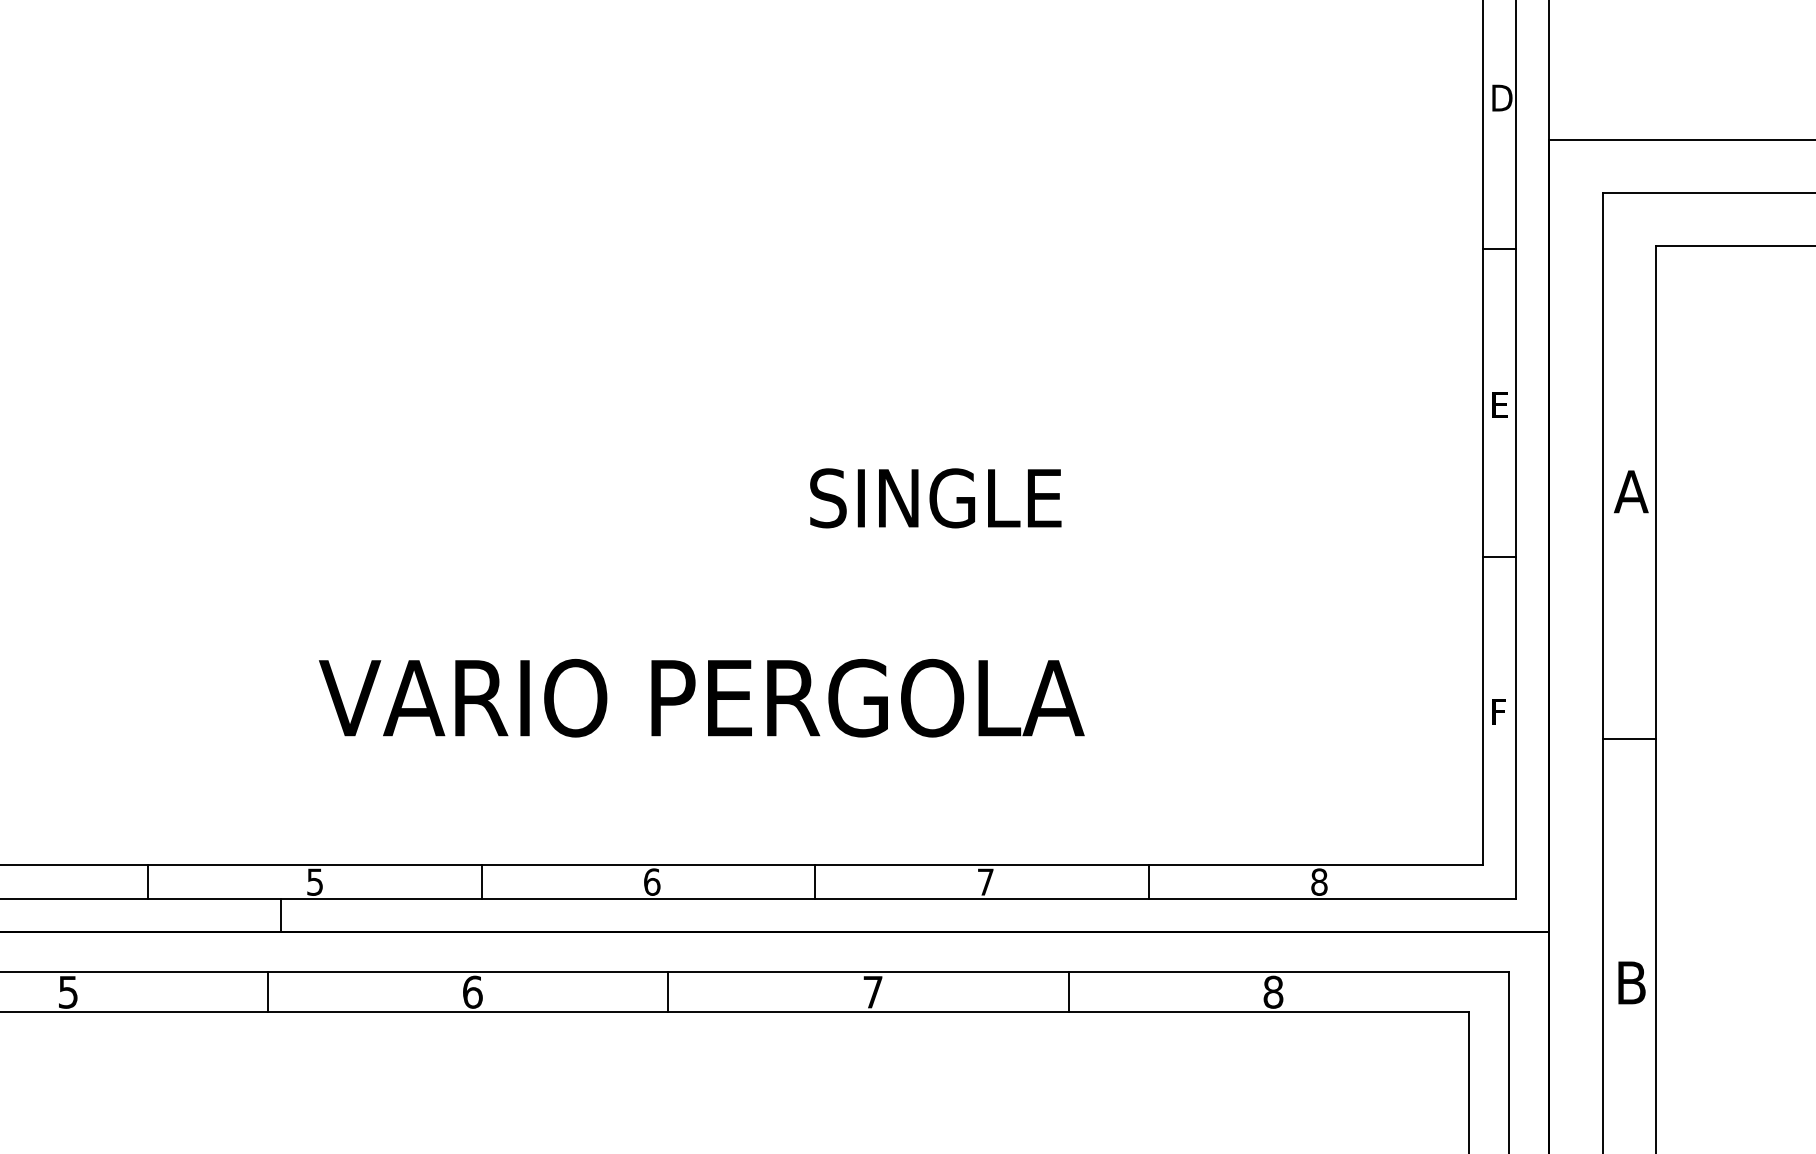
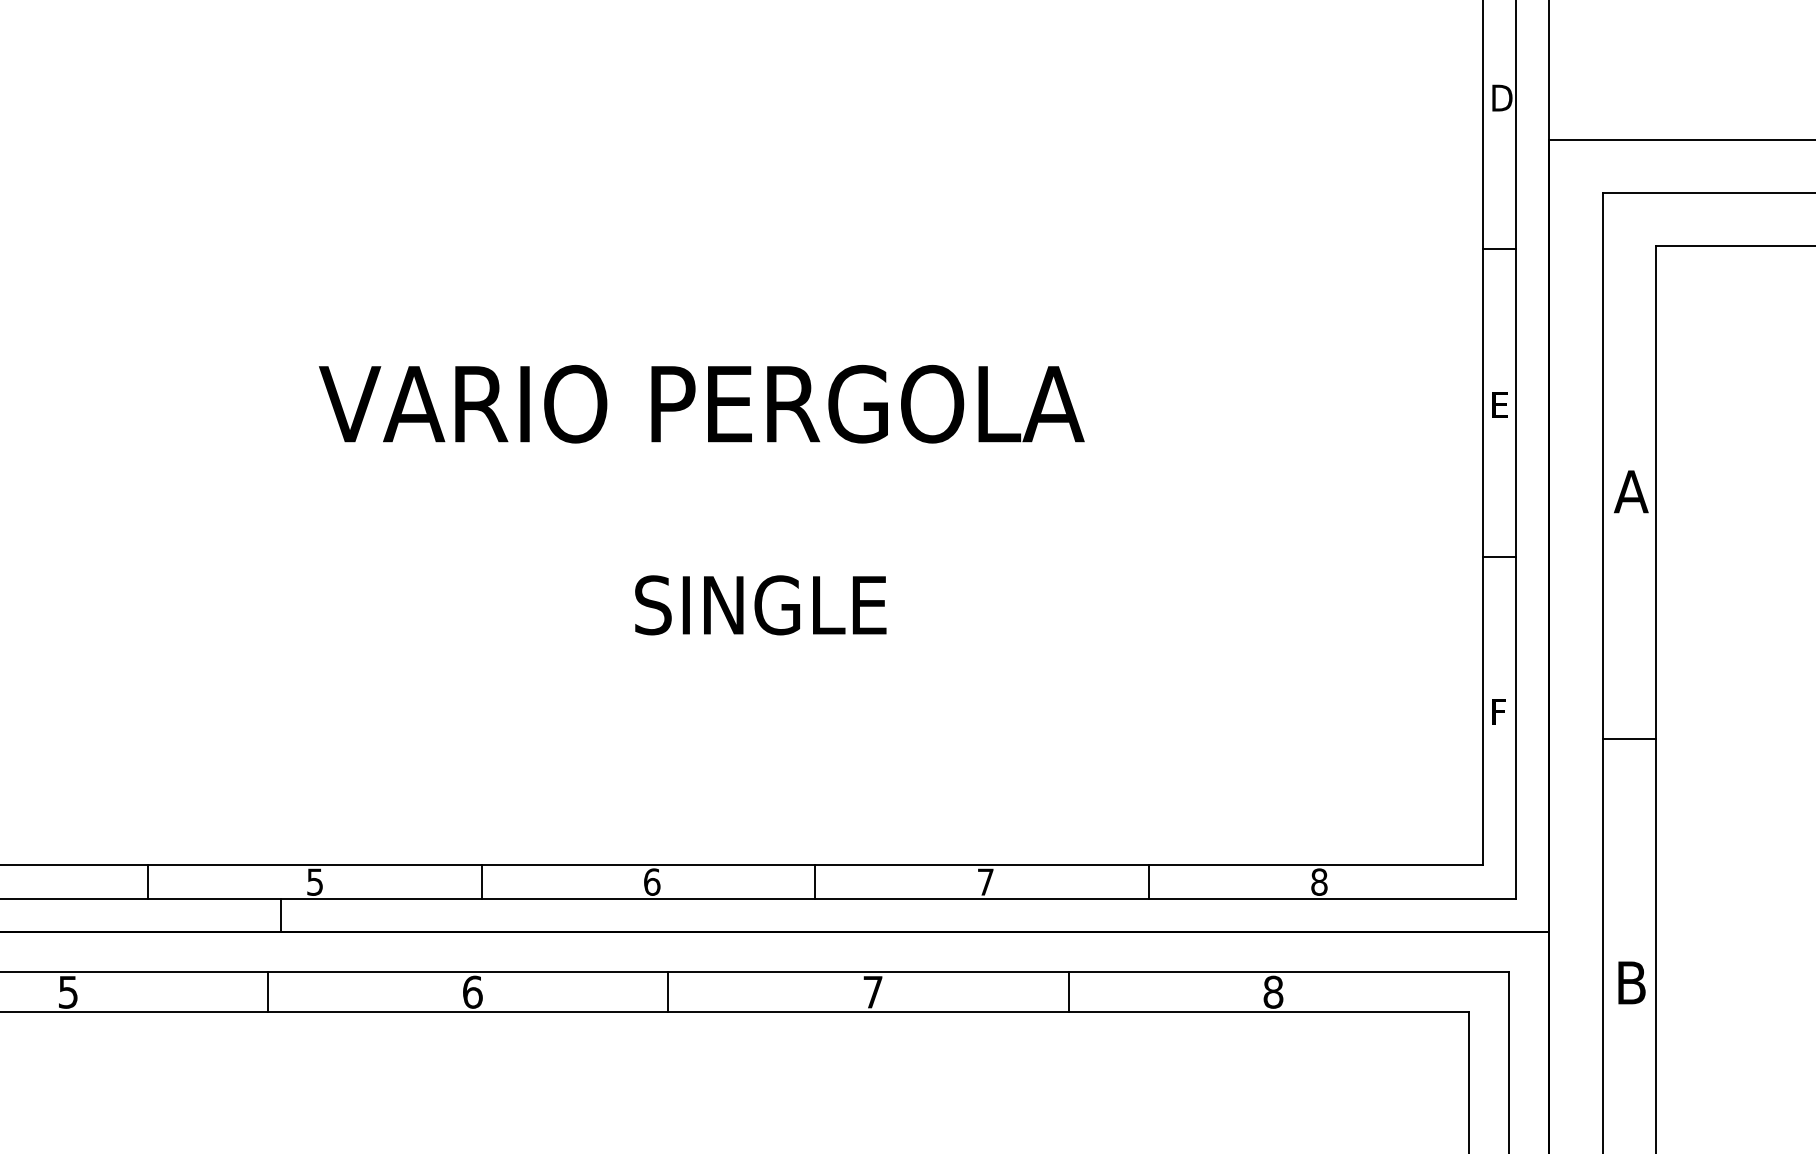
text at (935, 498) position: (935, 498) -> (760, 605)
text at (701, 698) position: (701, 698) -> (701, 404)
